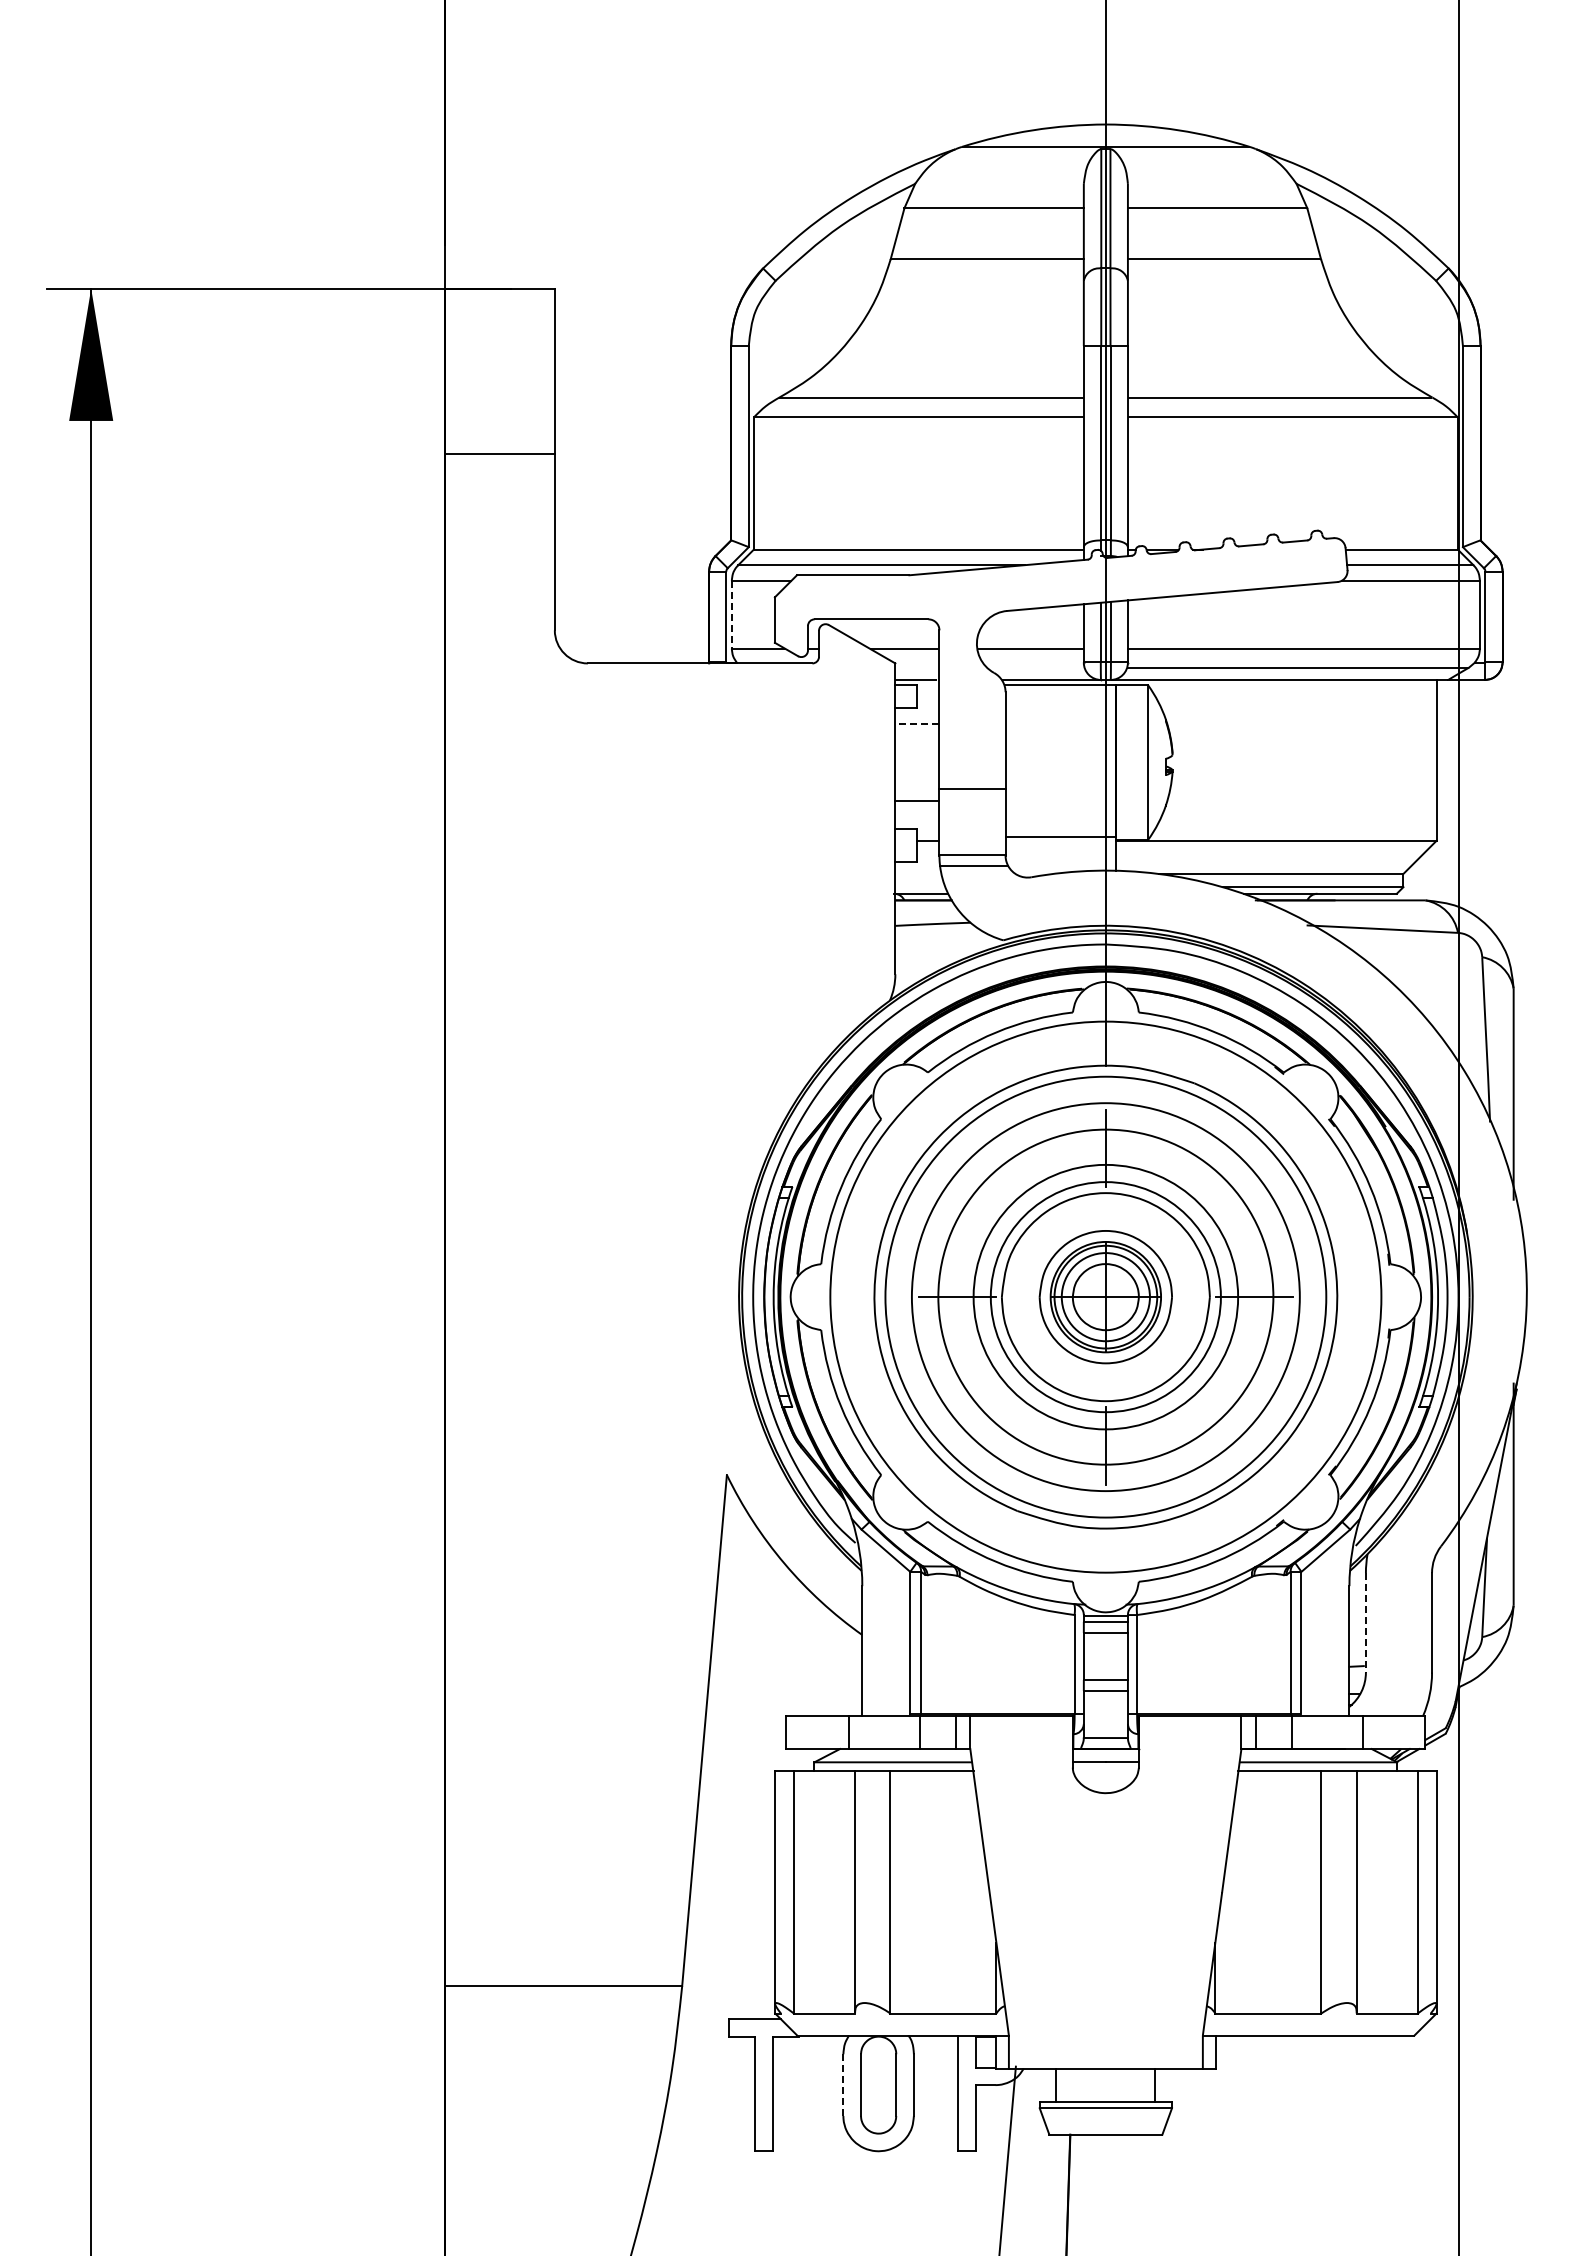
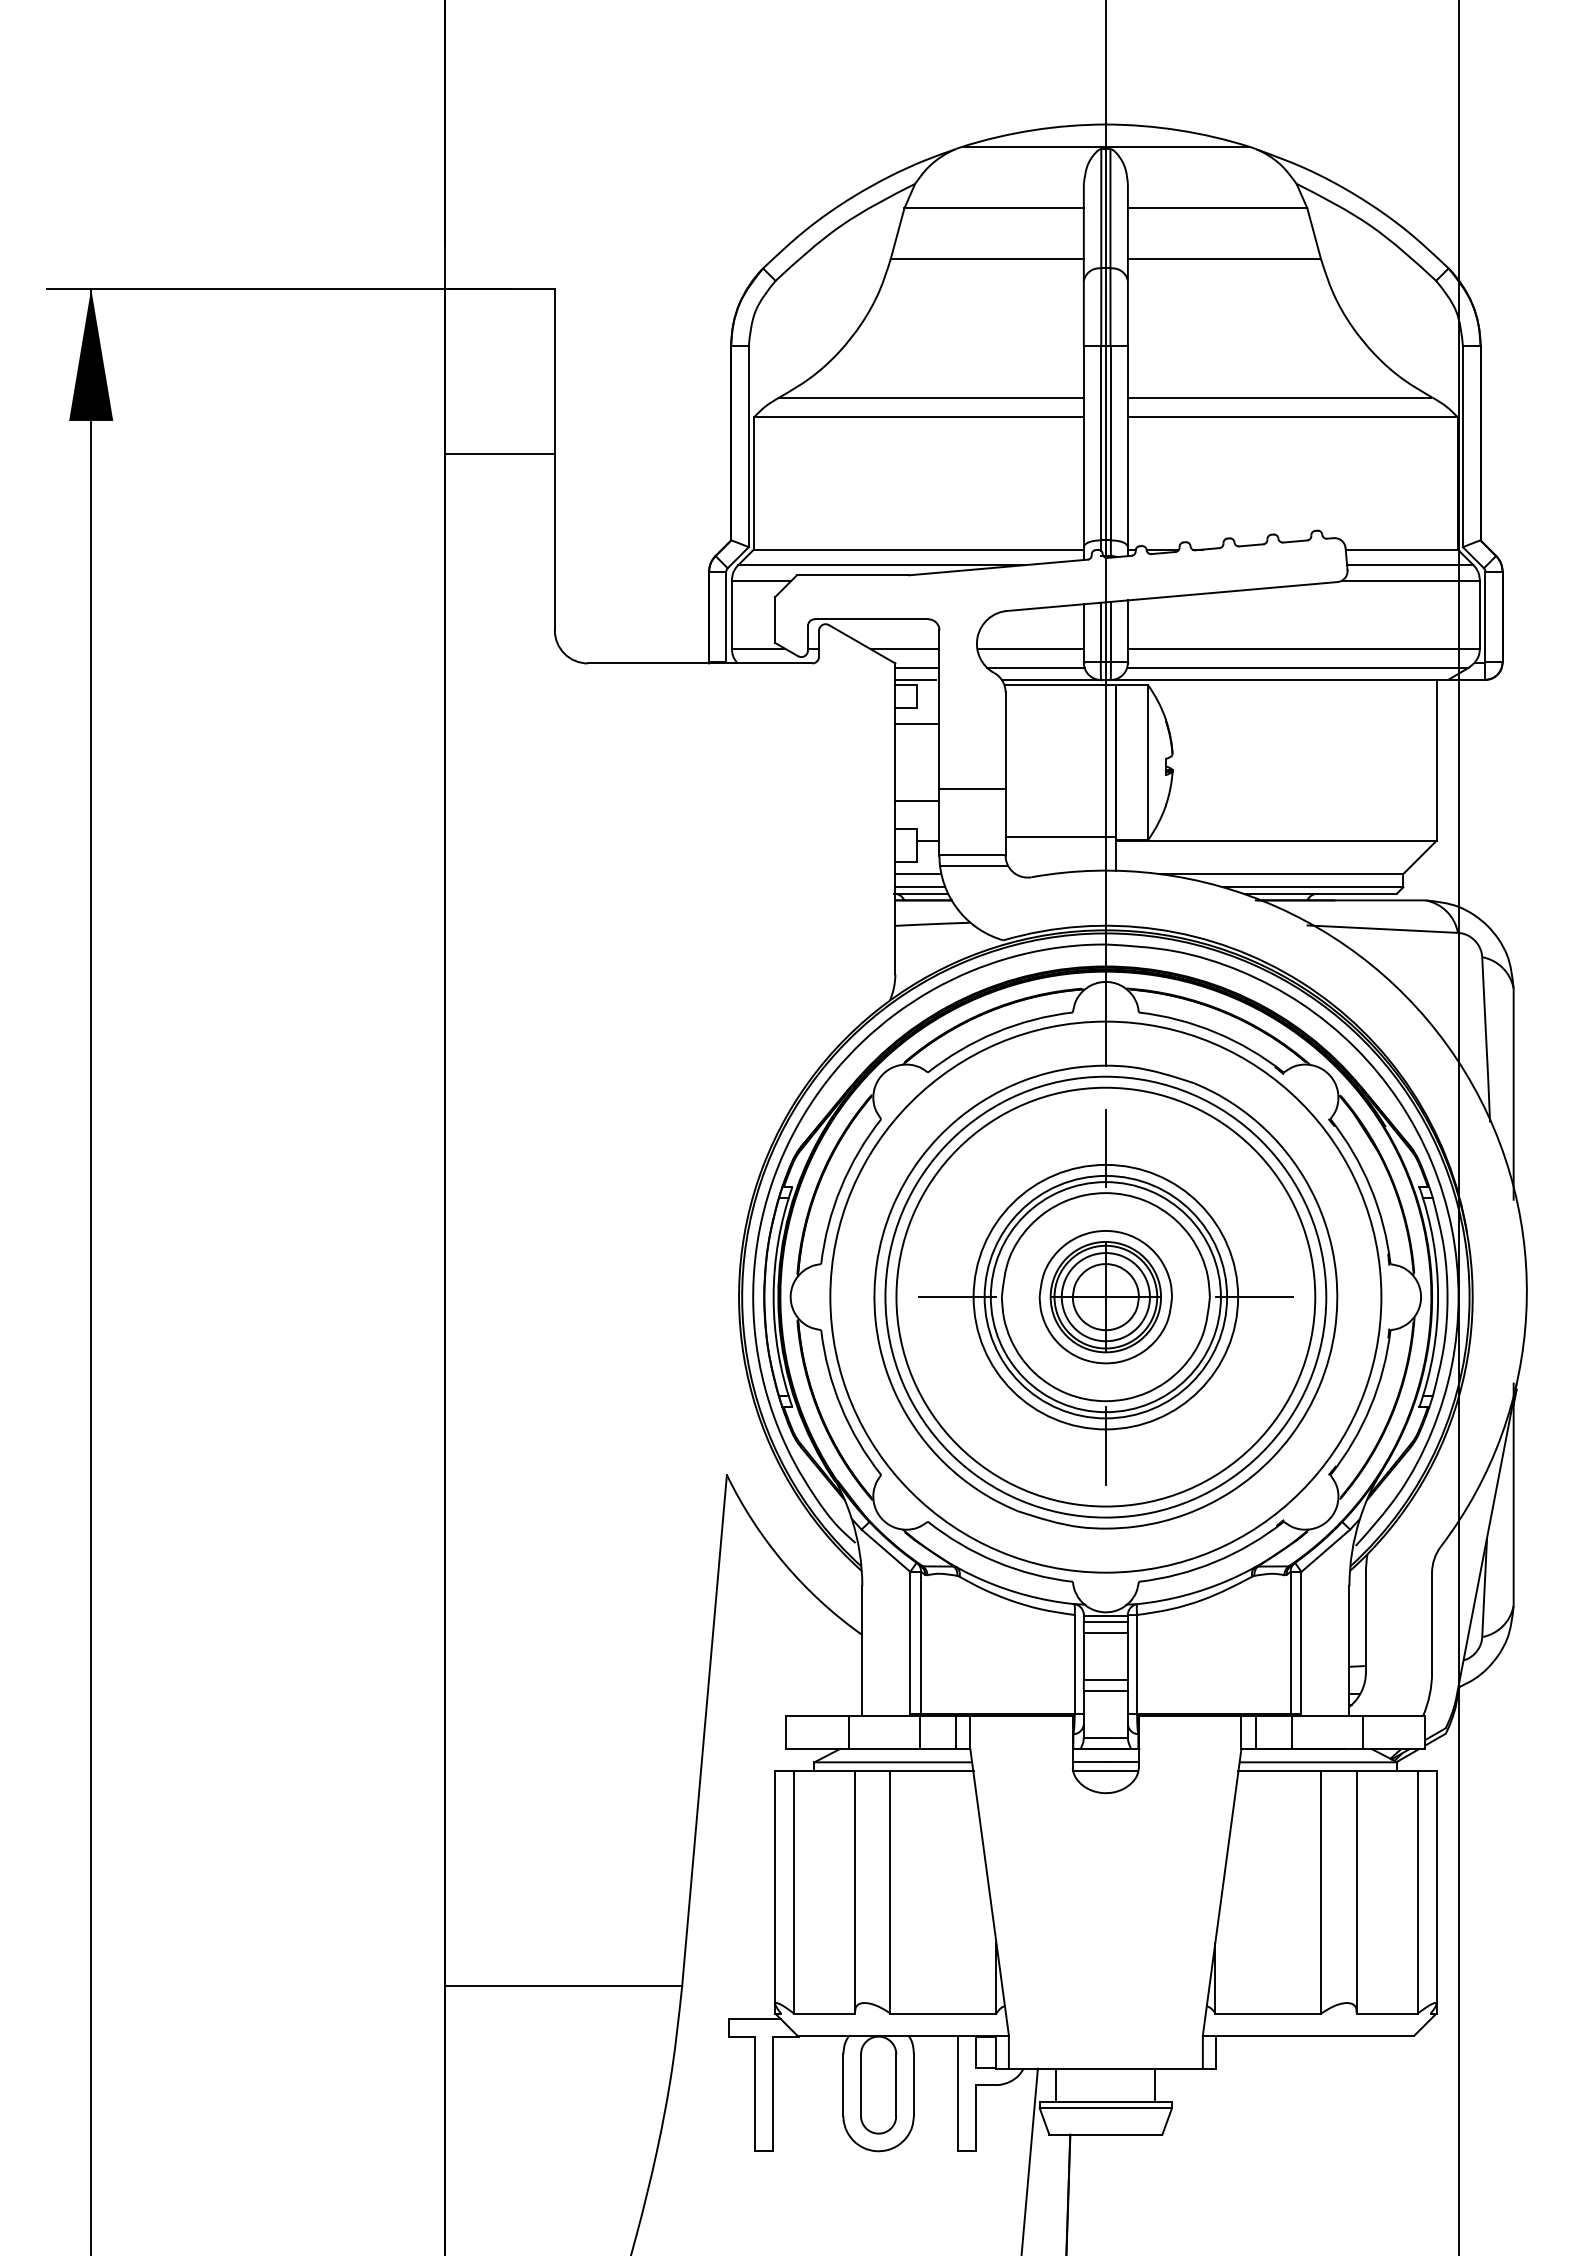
line at (731, 614): dashed -> solid
line at (917, 667): none -> present
line at (1035, 667): none -> present
line at (916, 724): dashed -> solid
line at (918, 873): none -> present
line at (920, 887): none -> present
circle at (1105, 1296) diameter: 335 px -> 419 px
circle at (1105, 1297) diameter: 388 px -> 242 px
line at (1365, 1622): dashed -> solid
line at (1105, 1771): none -> present
line at (843, 2085): dashed -> solid
line at (1007, 2159) position: (1007, 2159) -> (1029, 2160)
